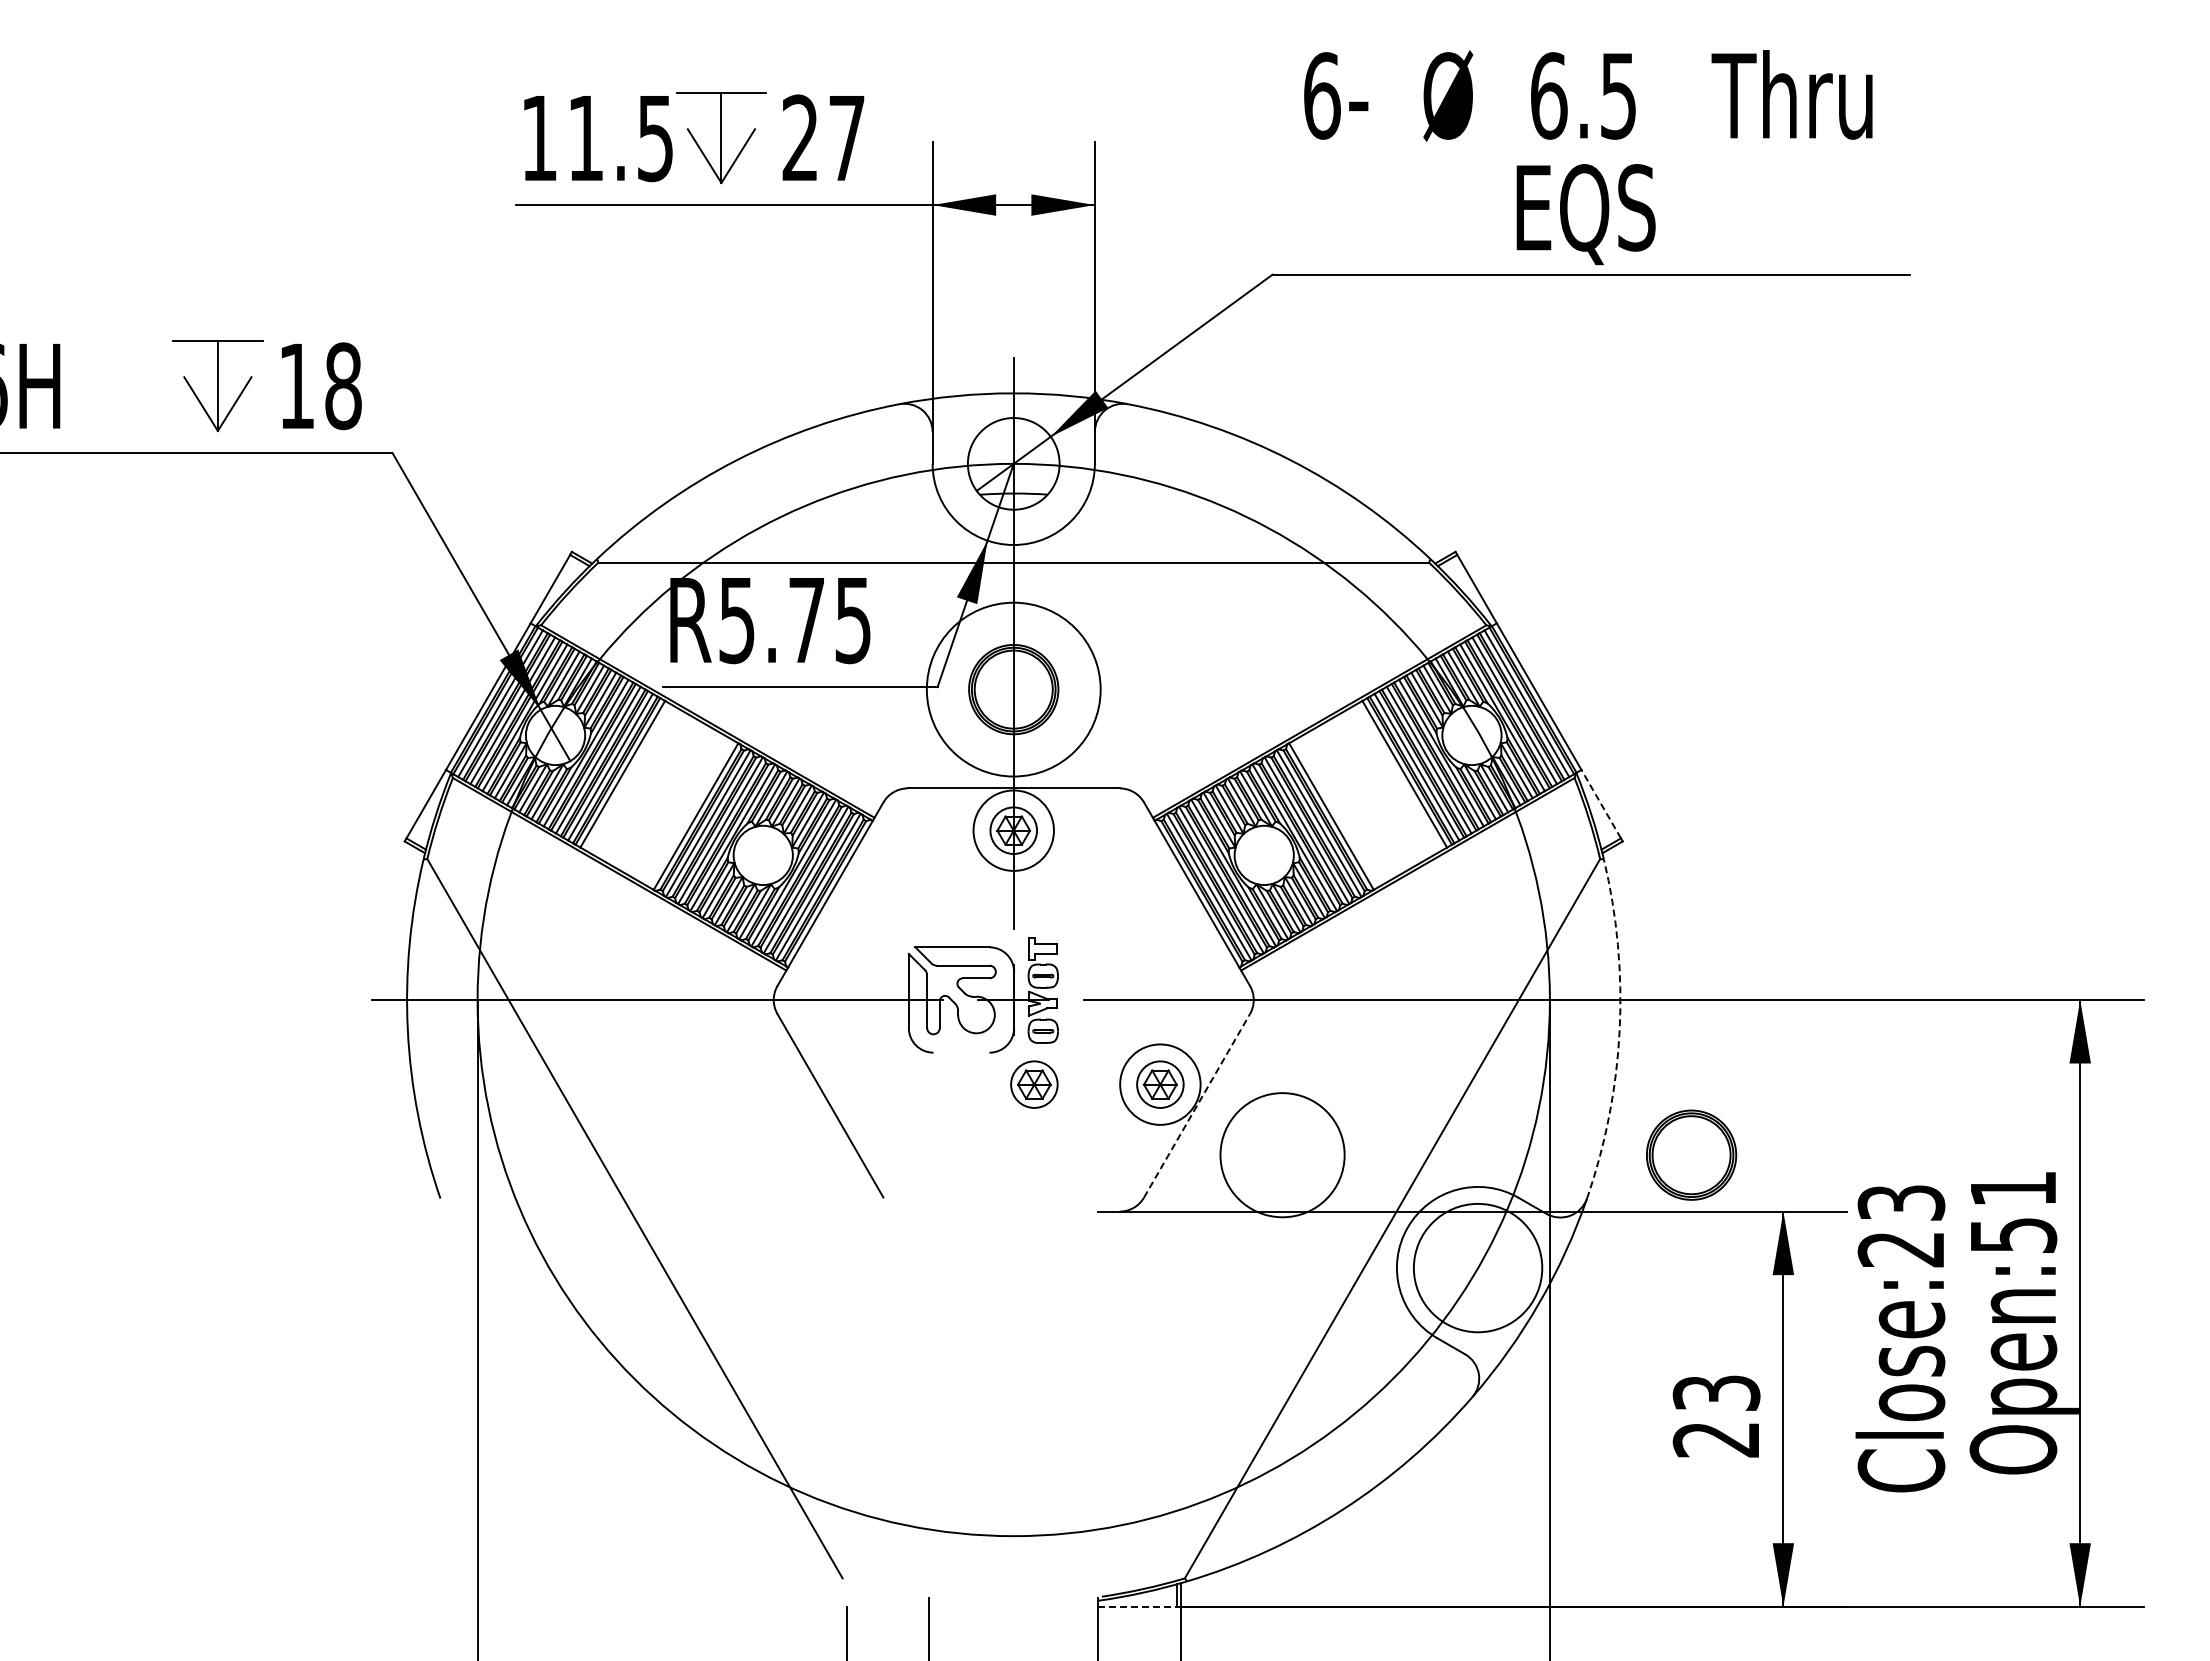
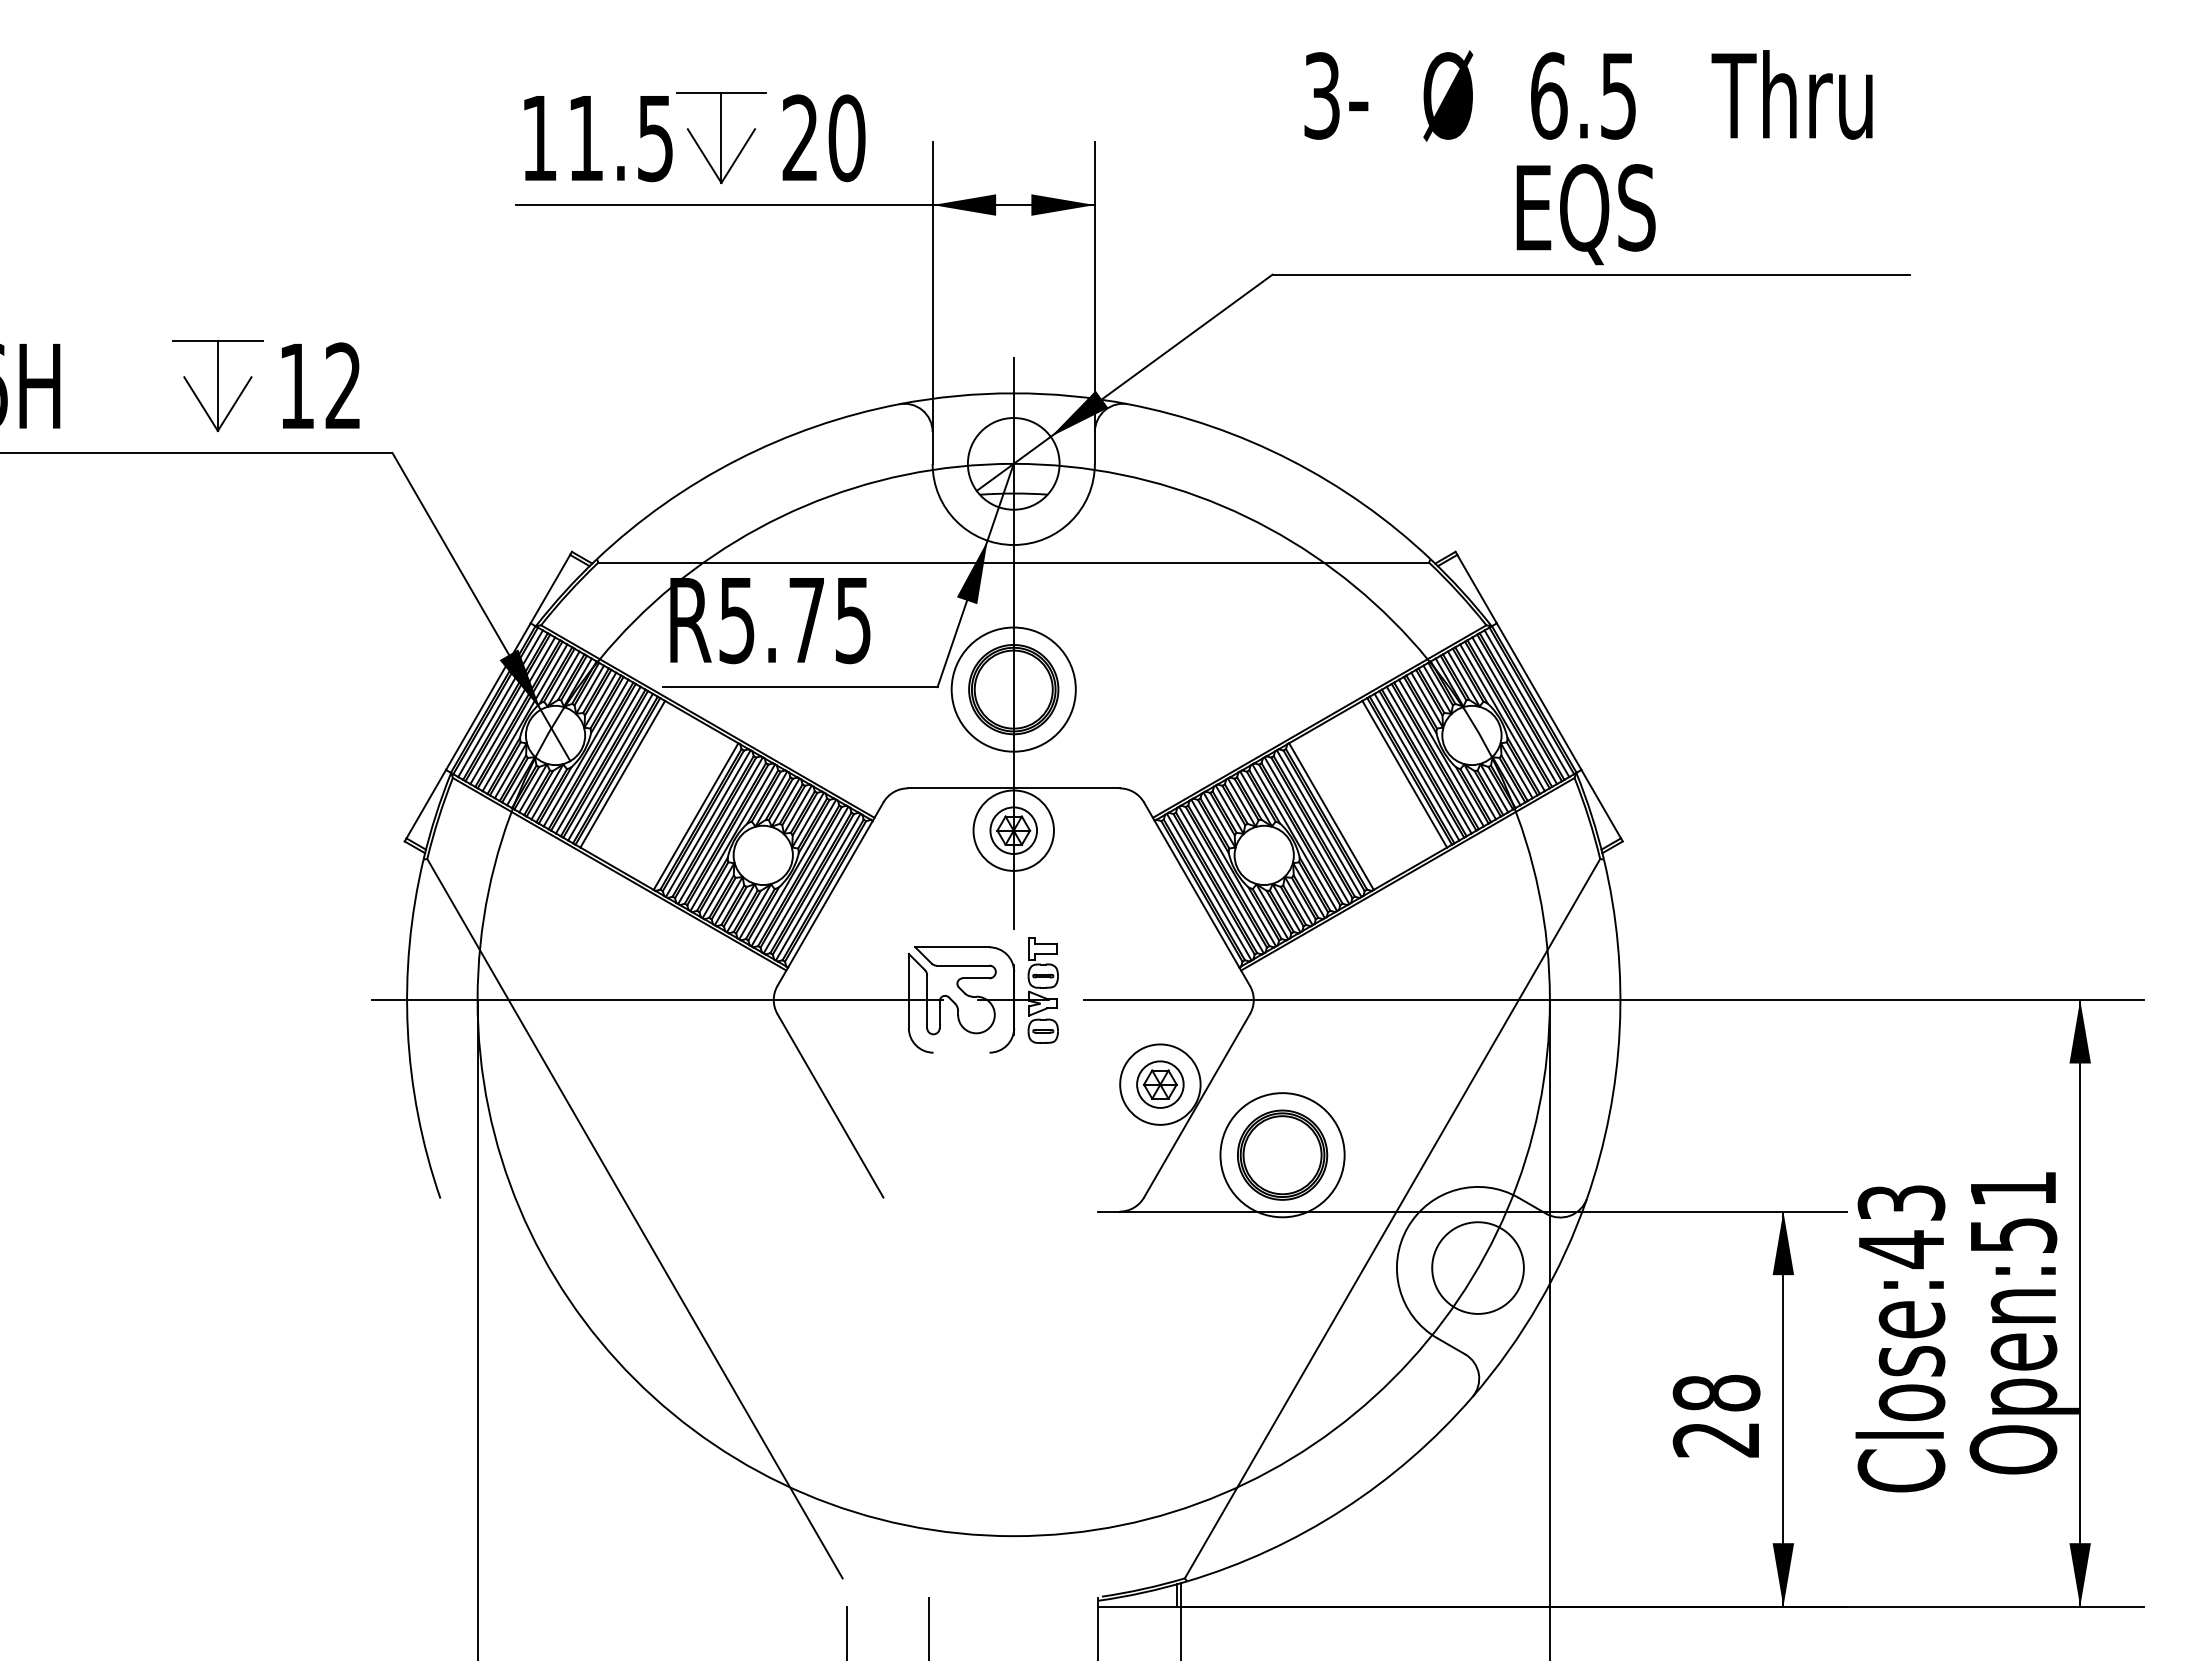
text at (1322, 95): 6- -> 3-
text at (846, 138): 27 -> 20
text at (343, 386): 18 -> 12
circle at (1013, 689) diameter: 174 px -> 124 px
line at (1601, 804): dashed -> solid
arc at (1619, 1030): dashed -> solid
part at (1034, 1084): present -> none
line at (1197, 1105): dashed -> solid
part at (1691, 1154) position: (1691, 1154) -> (1282, 1154)
text at (1900, 1249): Close:23 -> Close:43
circle at (1477, 1267) diameter: 128 px -> 92 px
text at (1716, 1392): 23 -> 28
line at (1137, 1606): dashed -> solid
